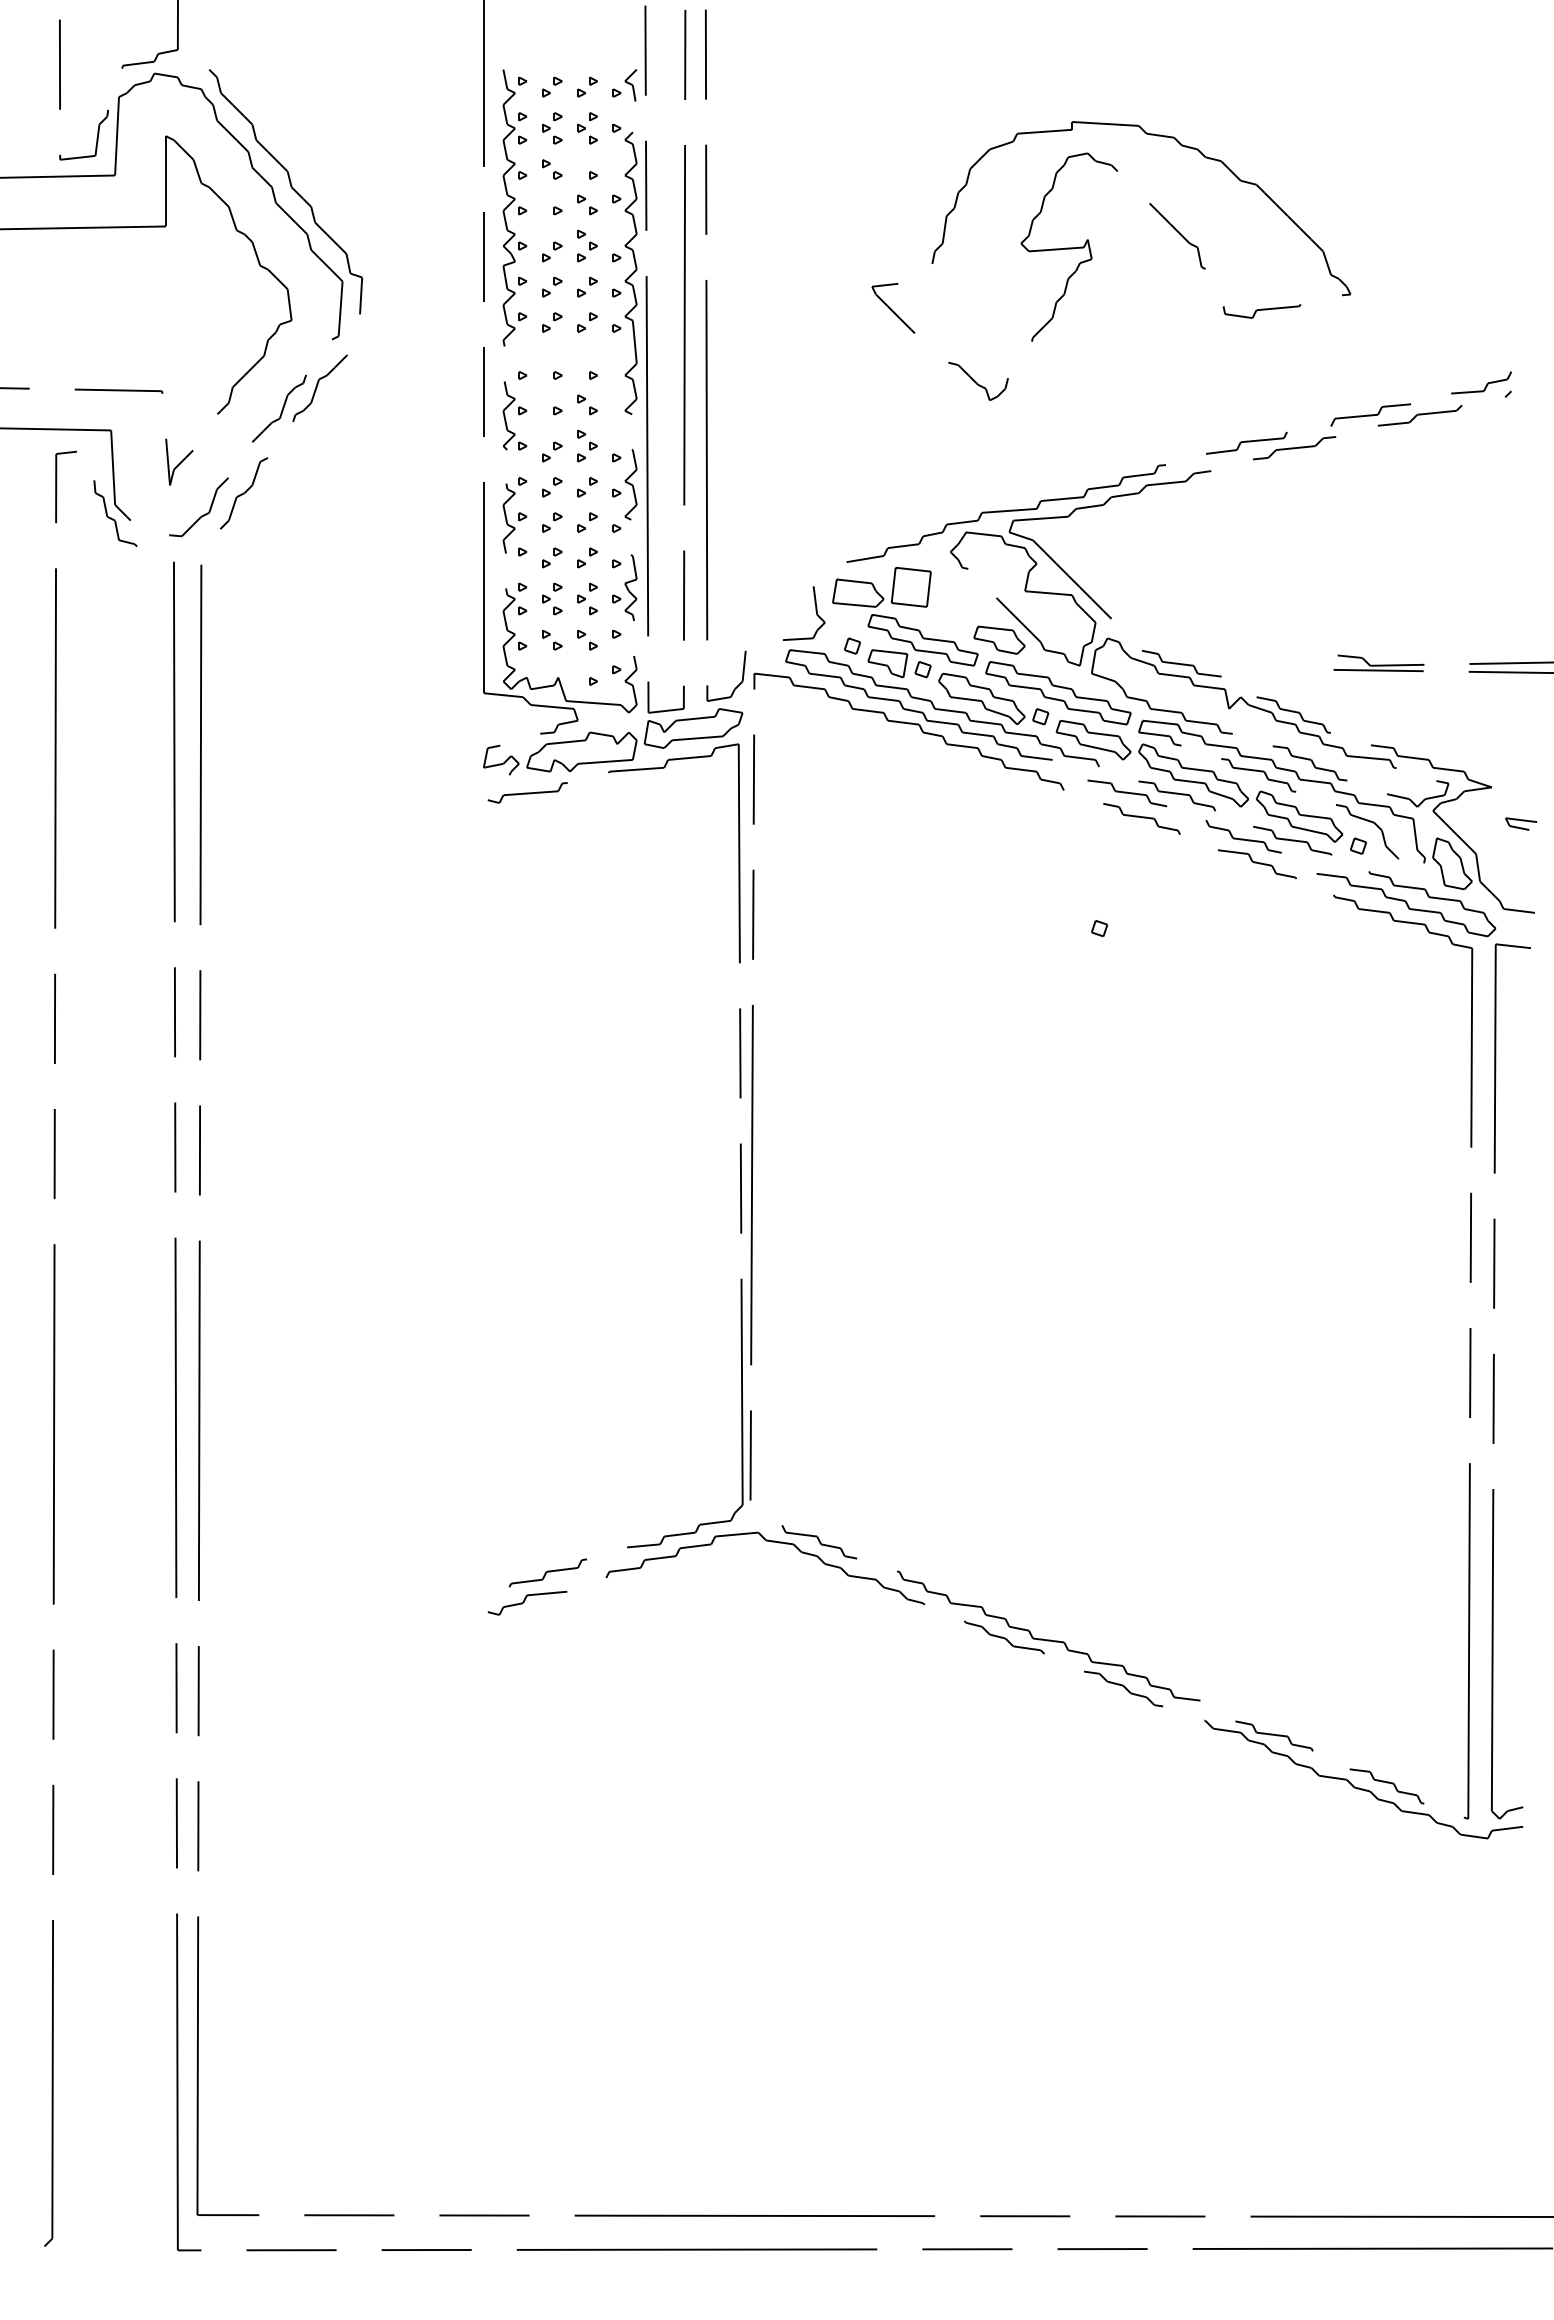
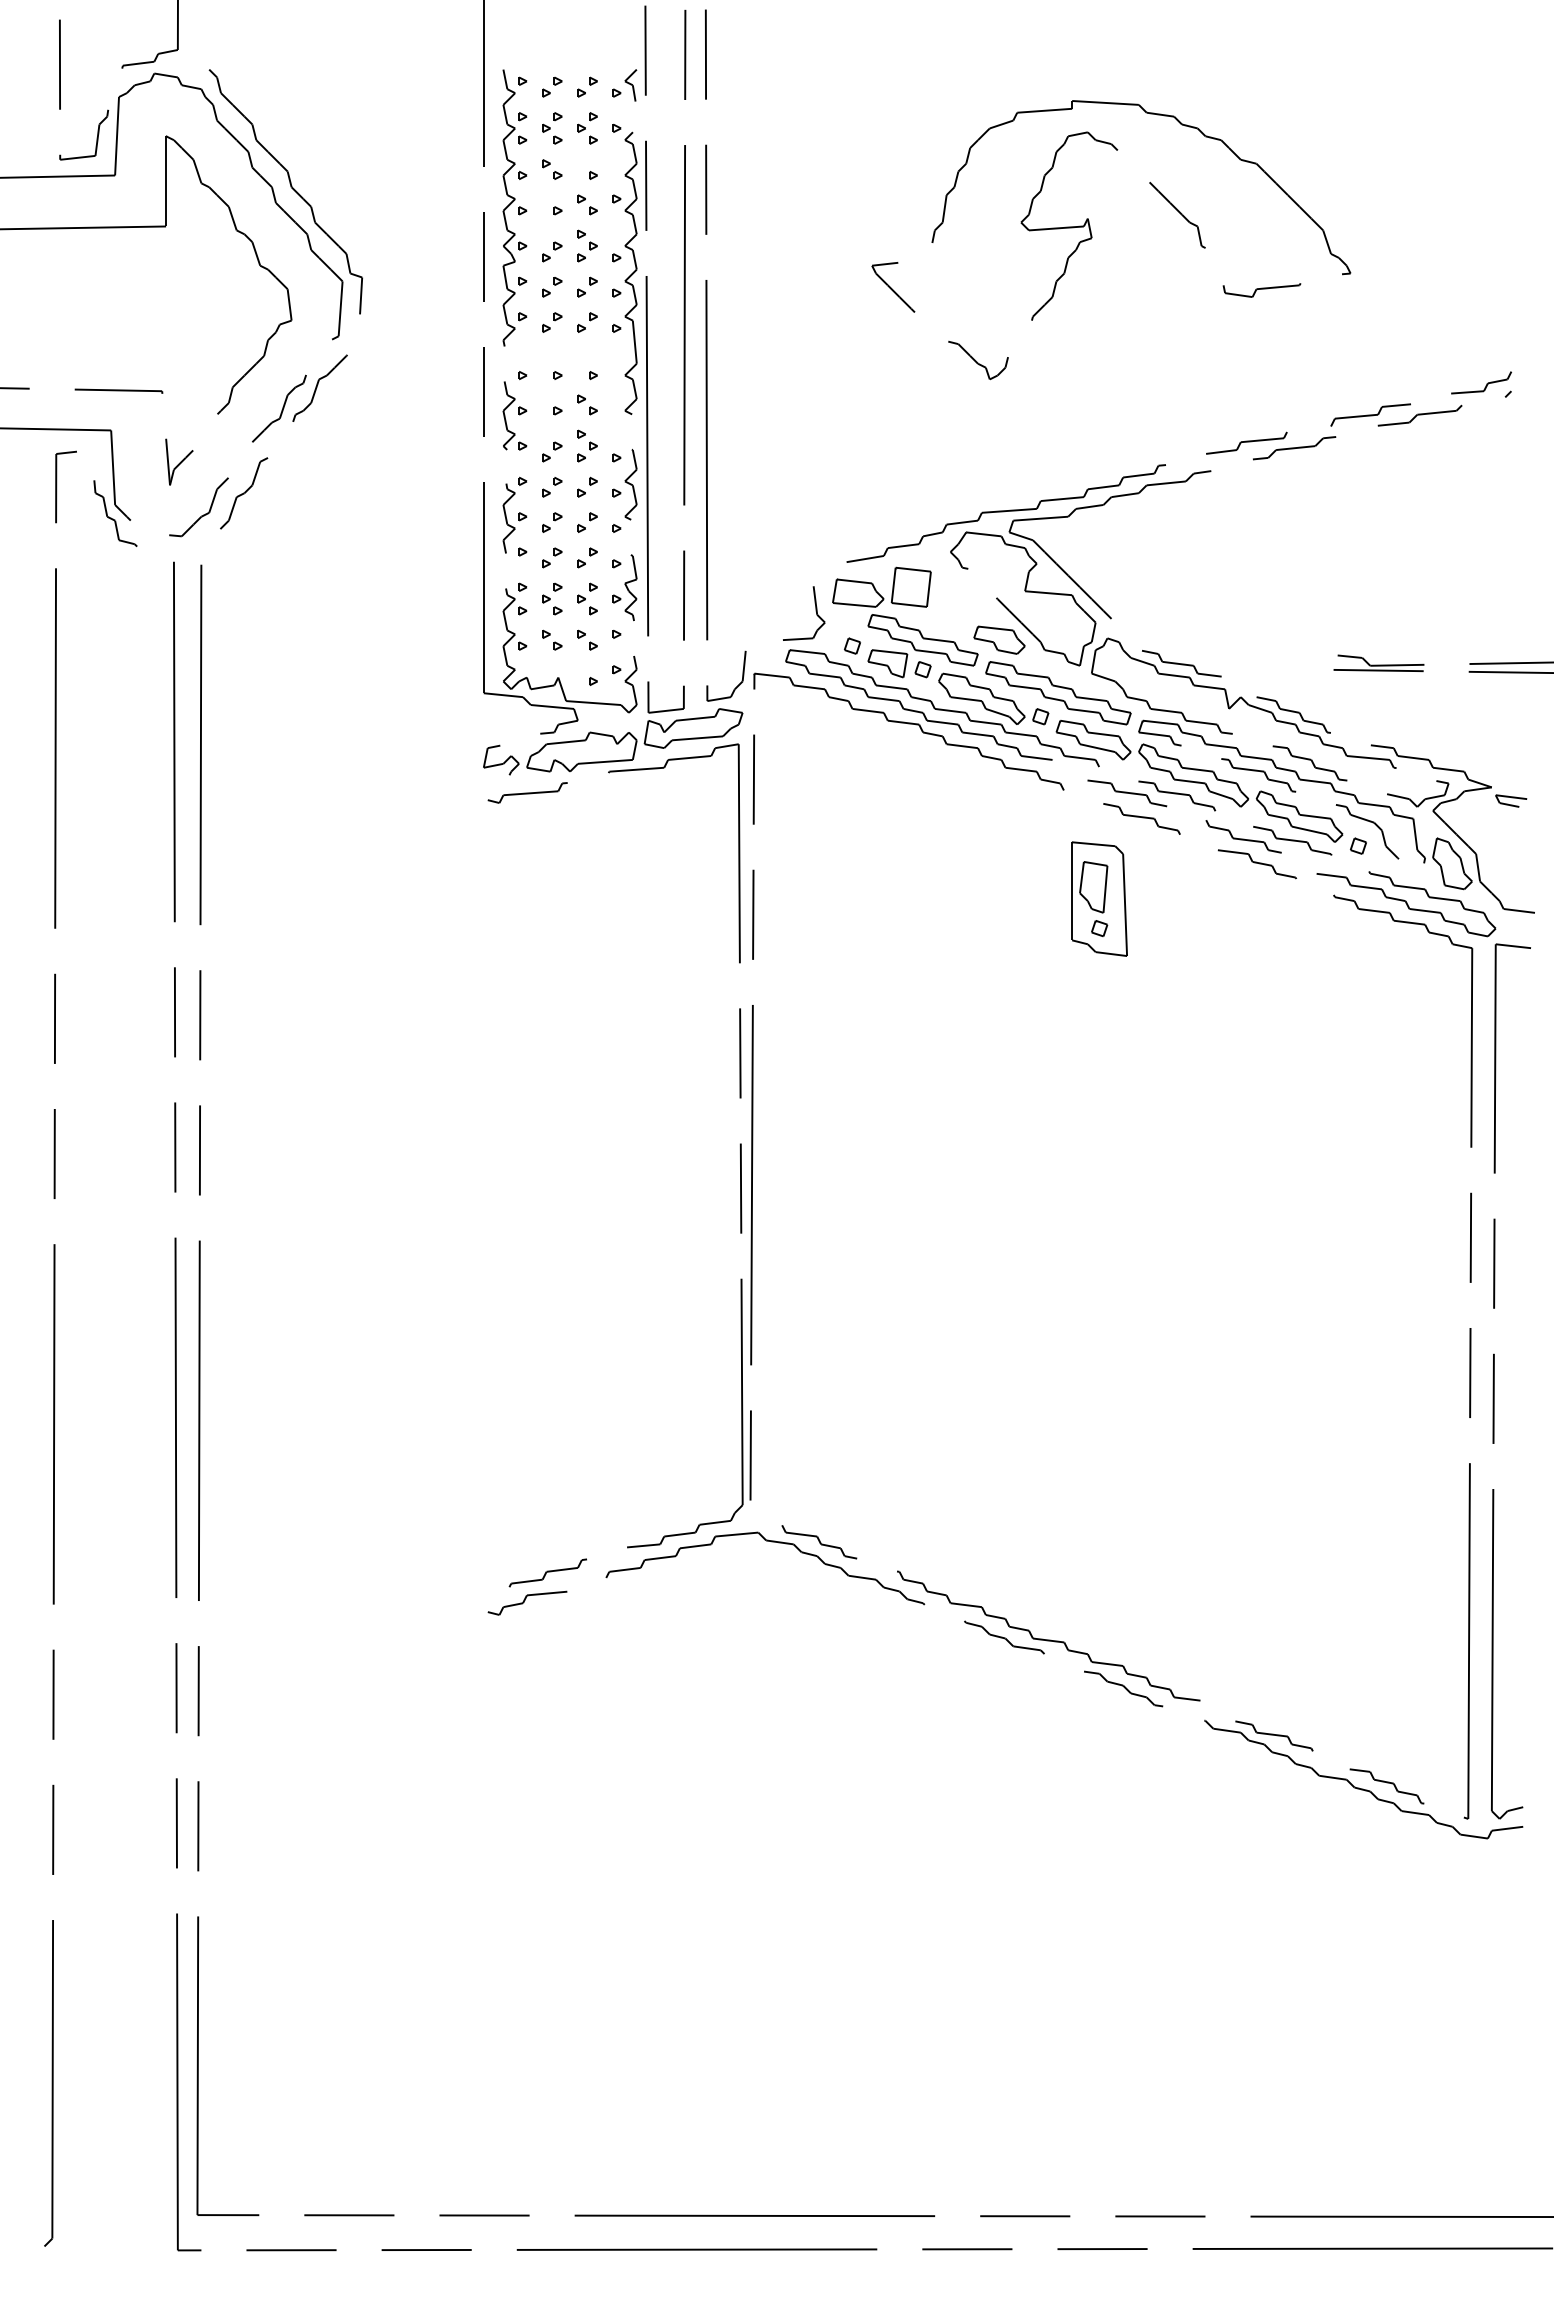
part at (1092, 258) position: (1092, 258) -> (1092, 237)
line at (1521, 821) position: (1521, 821) -> (1511, 798)
part at (1099, 898): none -> present
